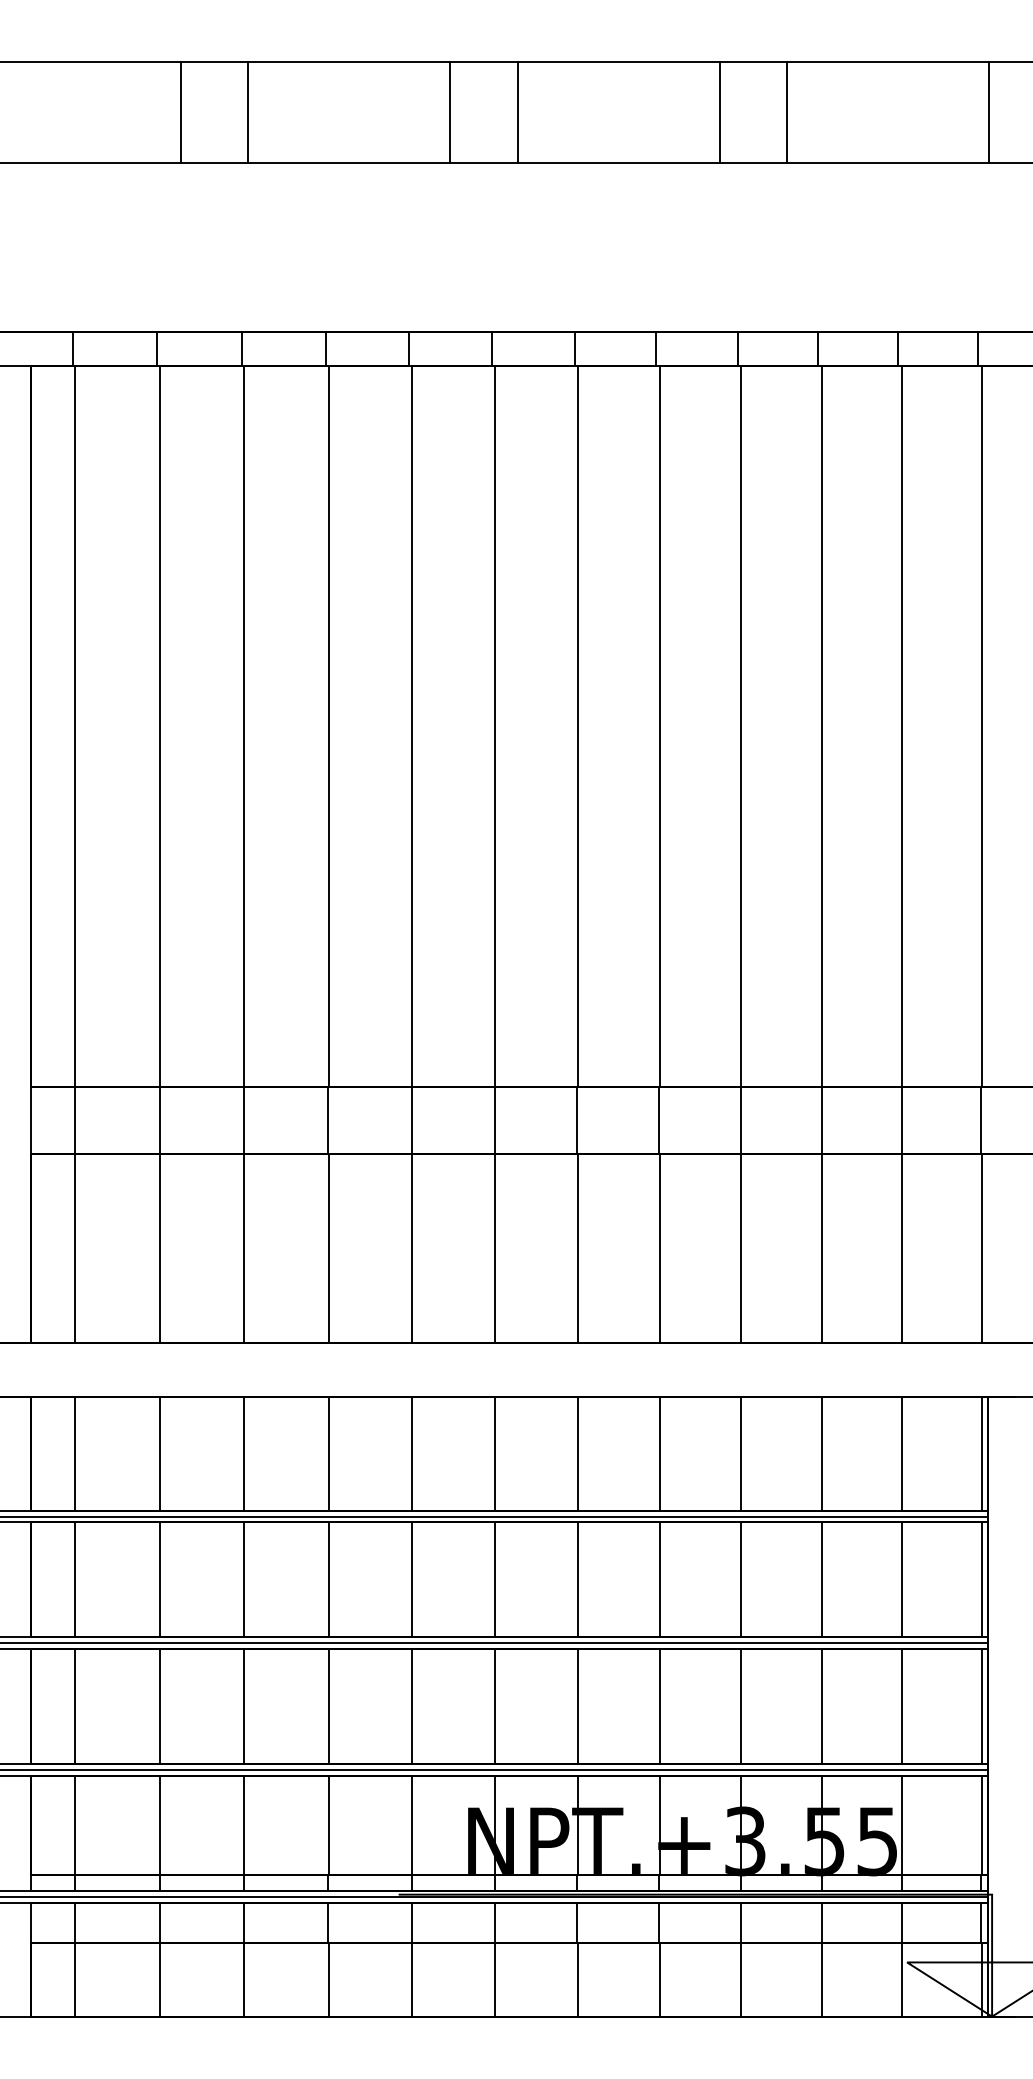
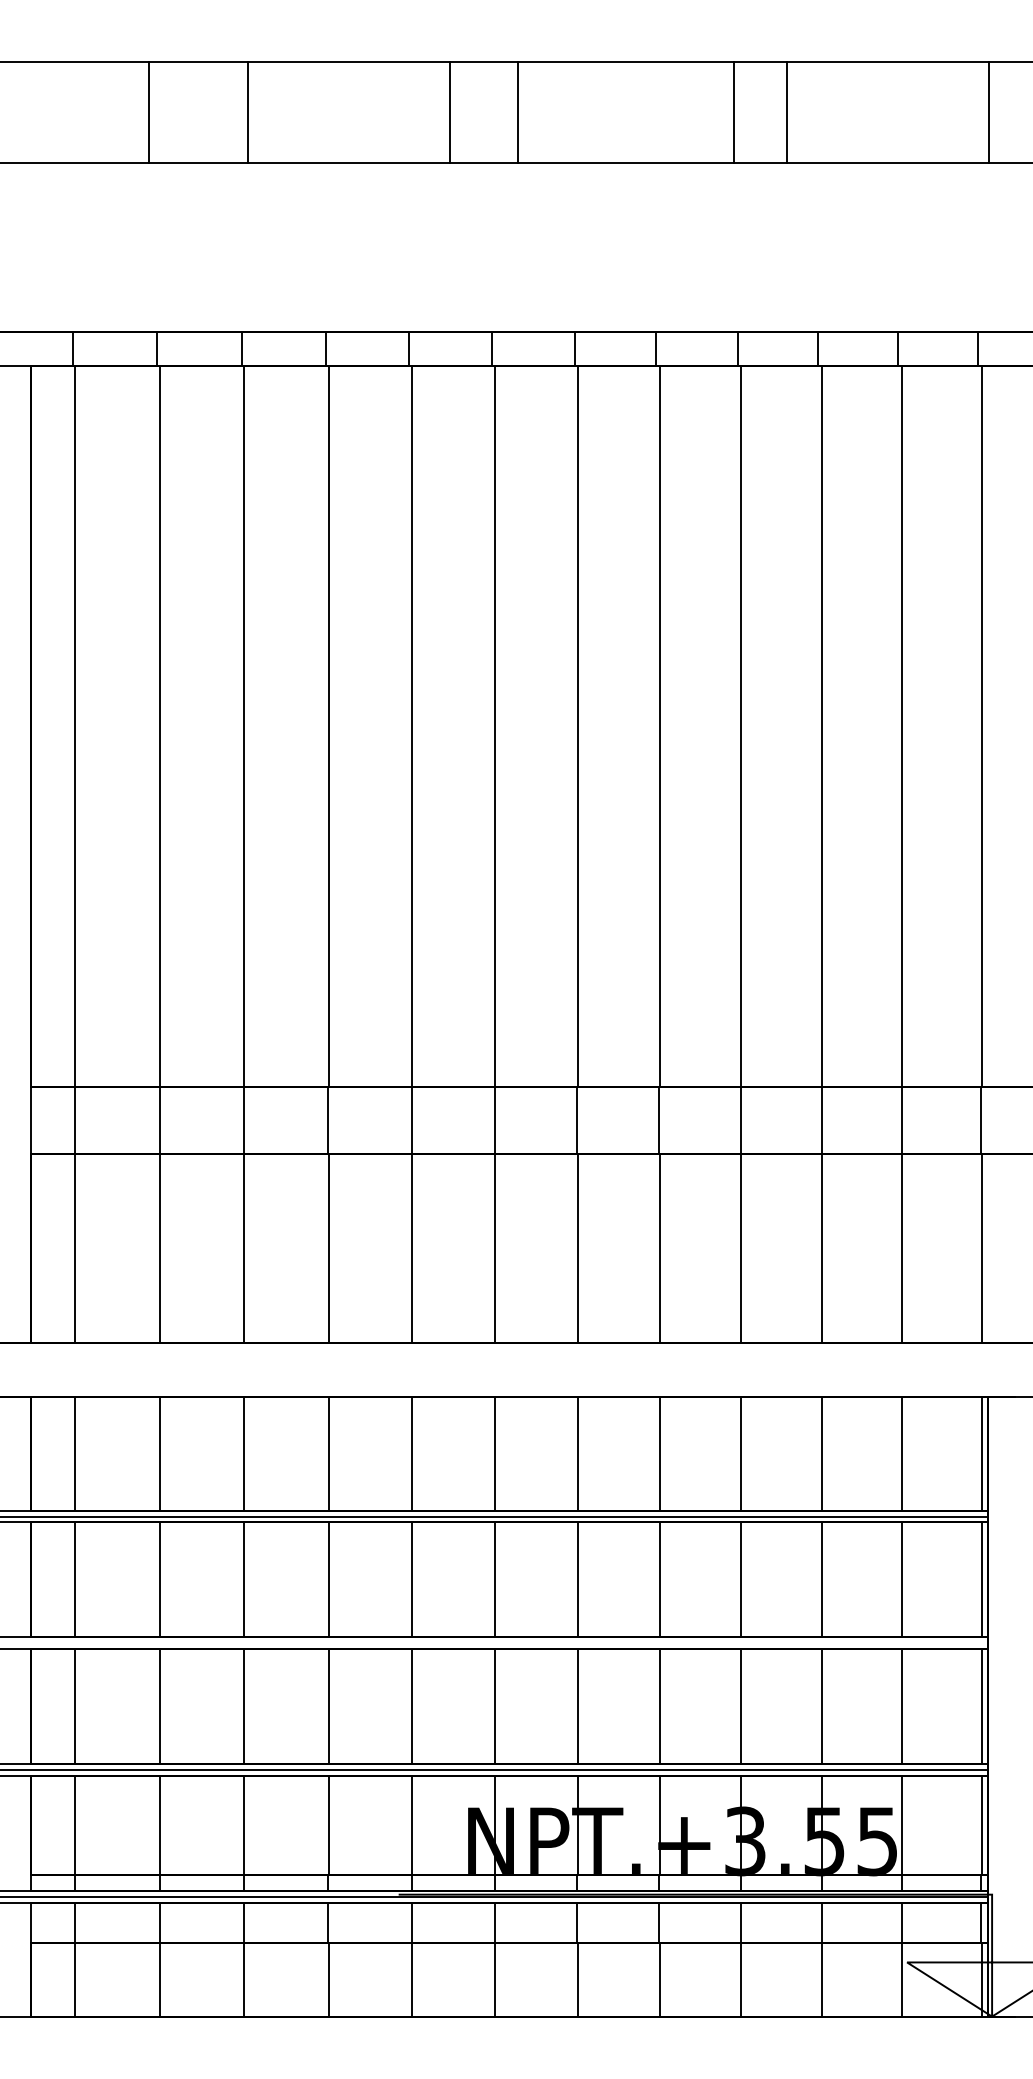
line at (180, 112) position: (180, 112) -> (148, 112)
line at (719, 112) position: (719, 112) -> (733, 112)
line at (494, 1643): present -> none
